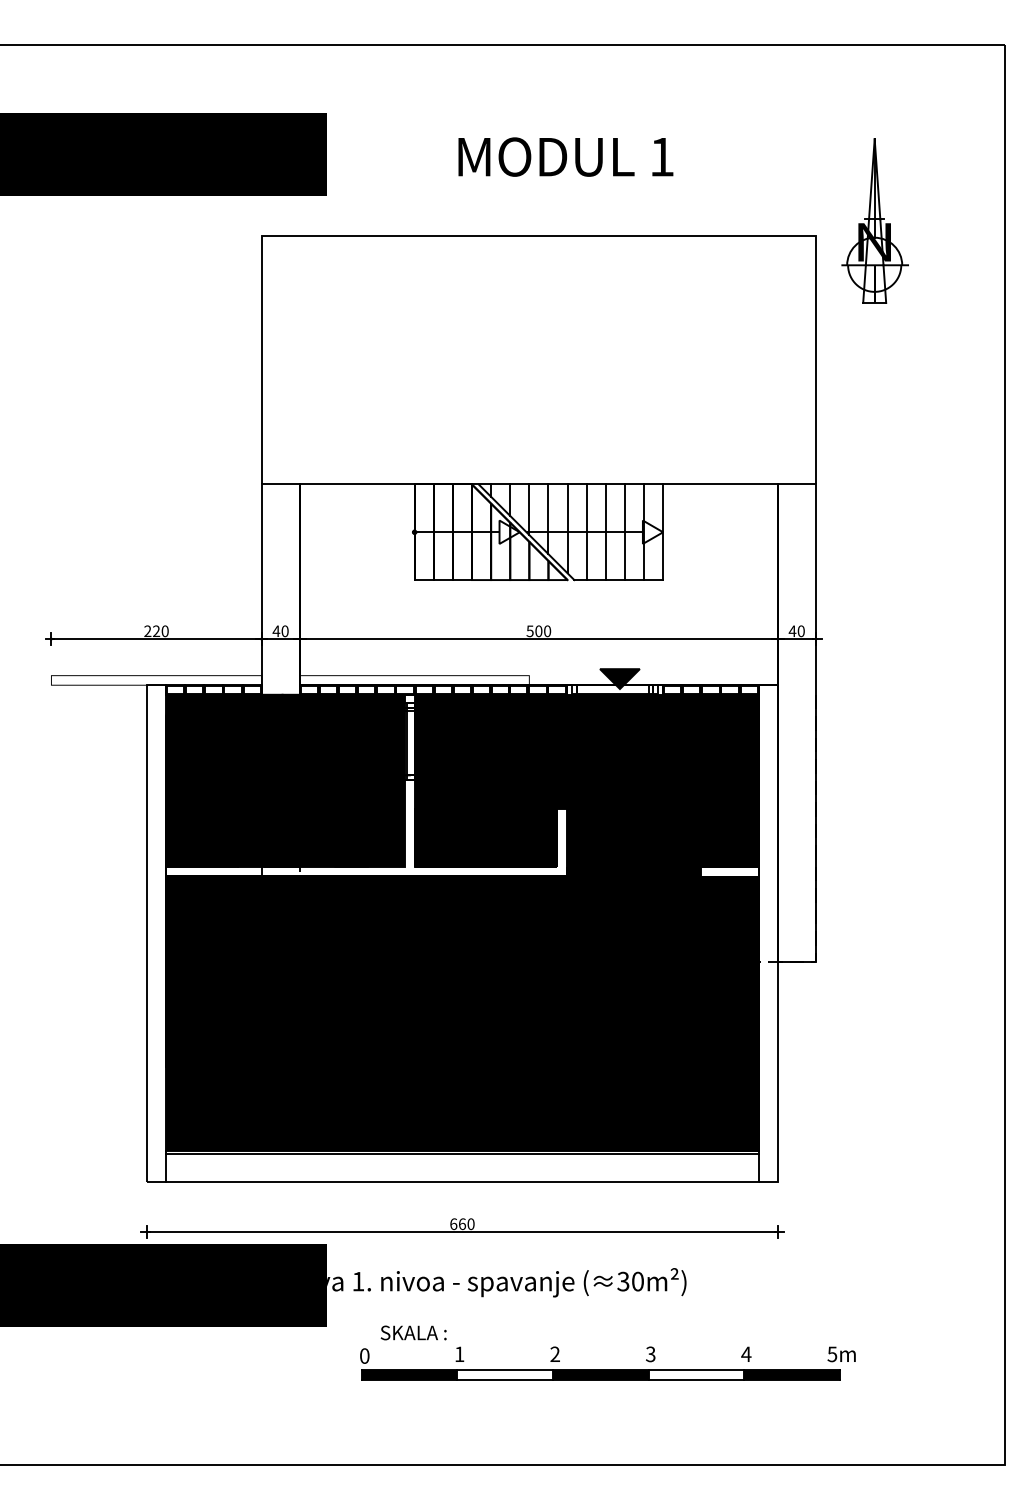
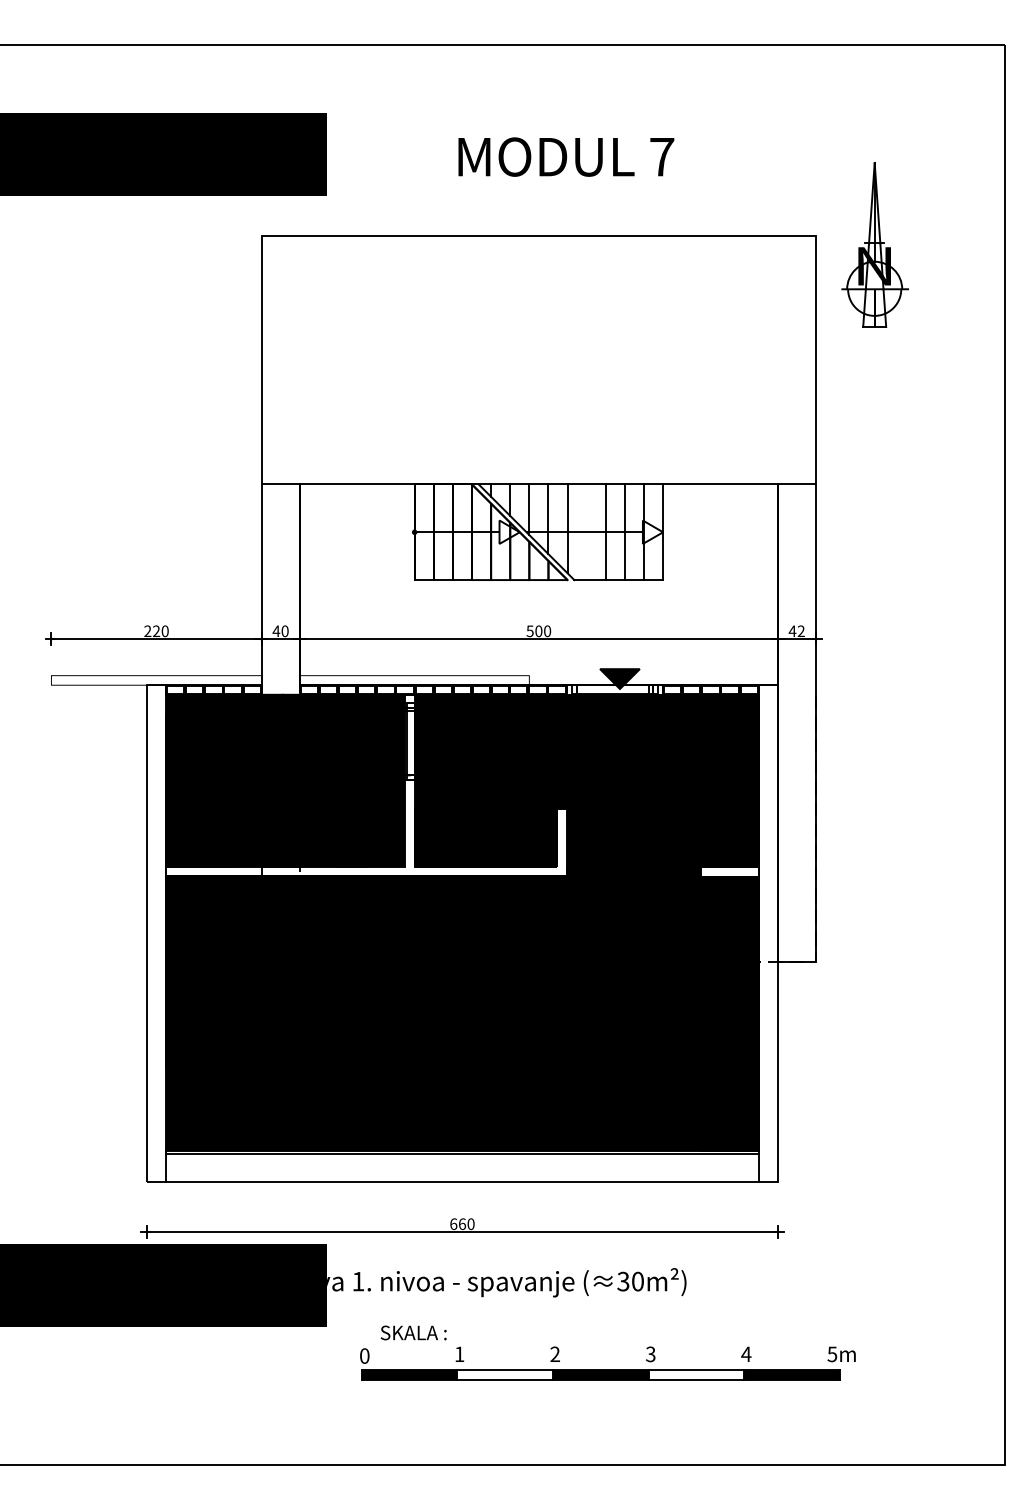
text at (662, 157): 1 -> 7
part at (874, 220) position: (874, 220) -> (874, 244)
line at (586, 532): present -> none
text at (800, 631): 40 -> 42
